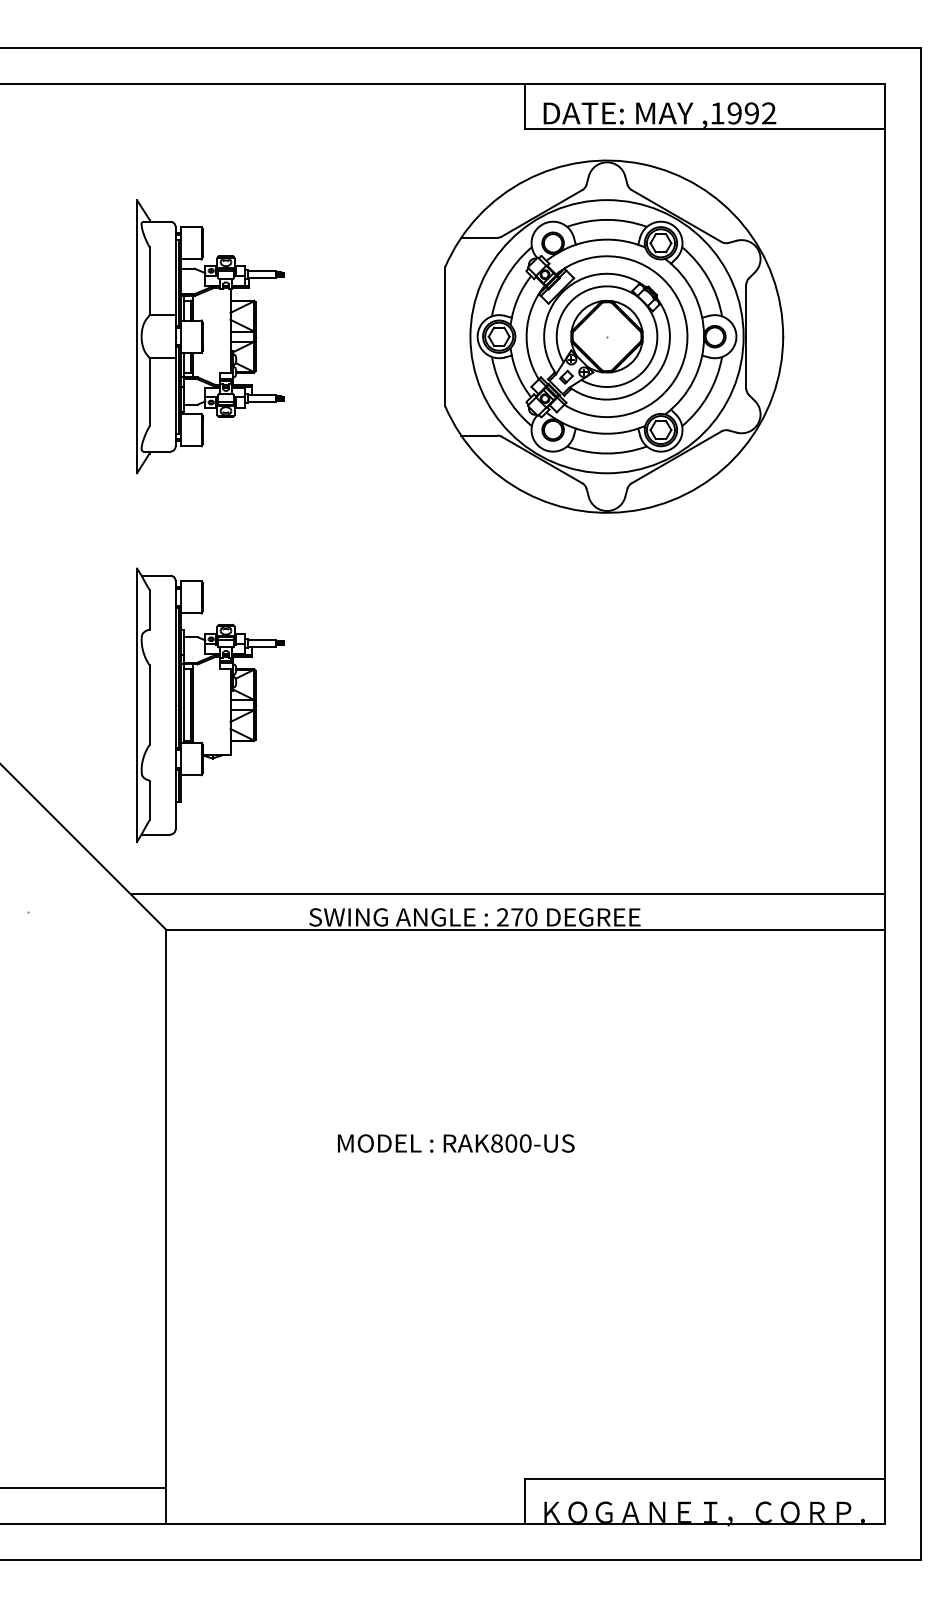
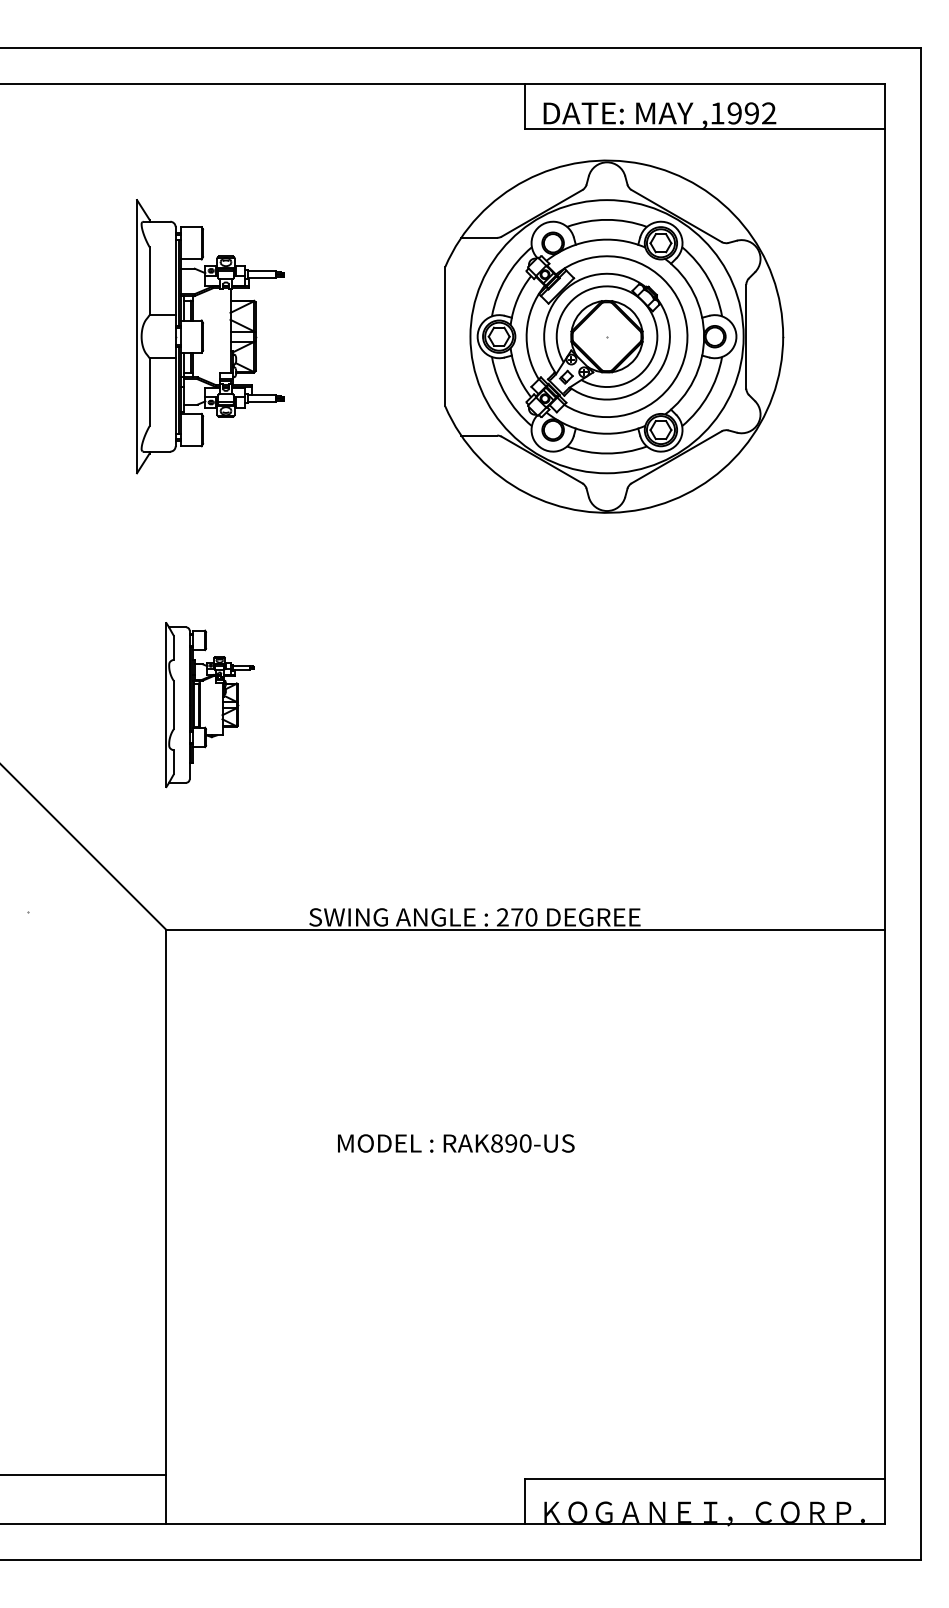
part at (210, 704) size: 149x276 px -> 90x167 px
line at (507, 894): present -> none
text at (511, 1143): RAK800-US -> RAK890-US
line at (84, 1487) position: (84, 1487) -> (84, 1474)
